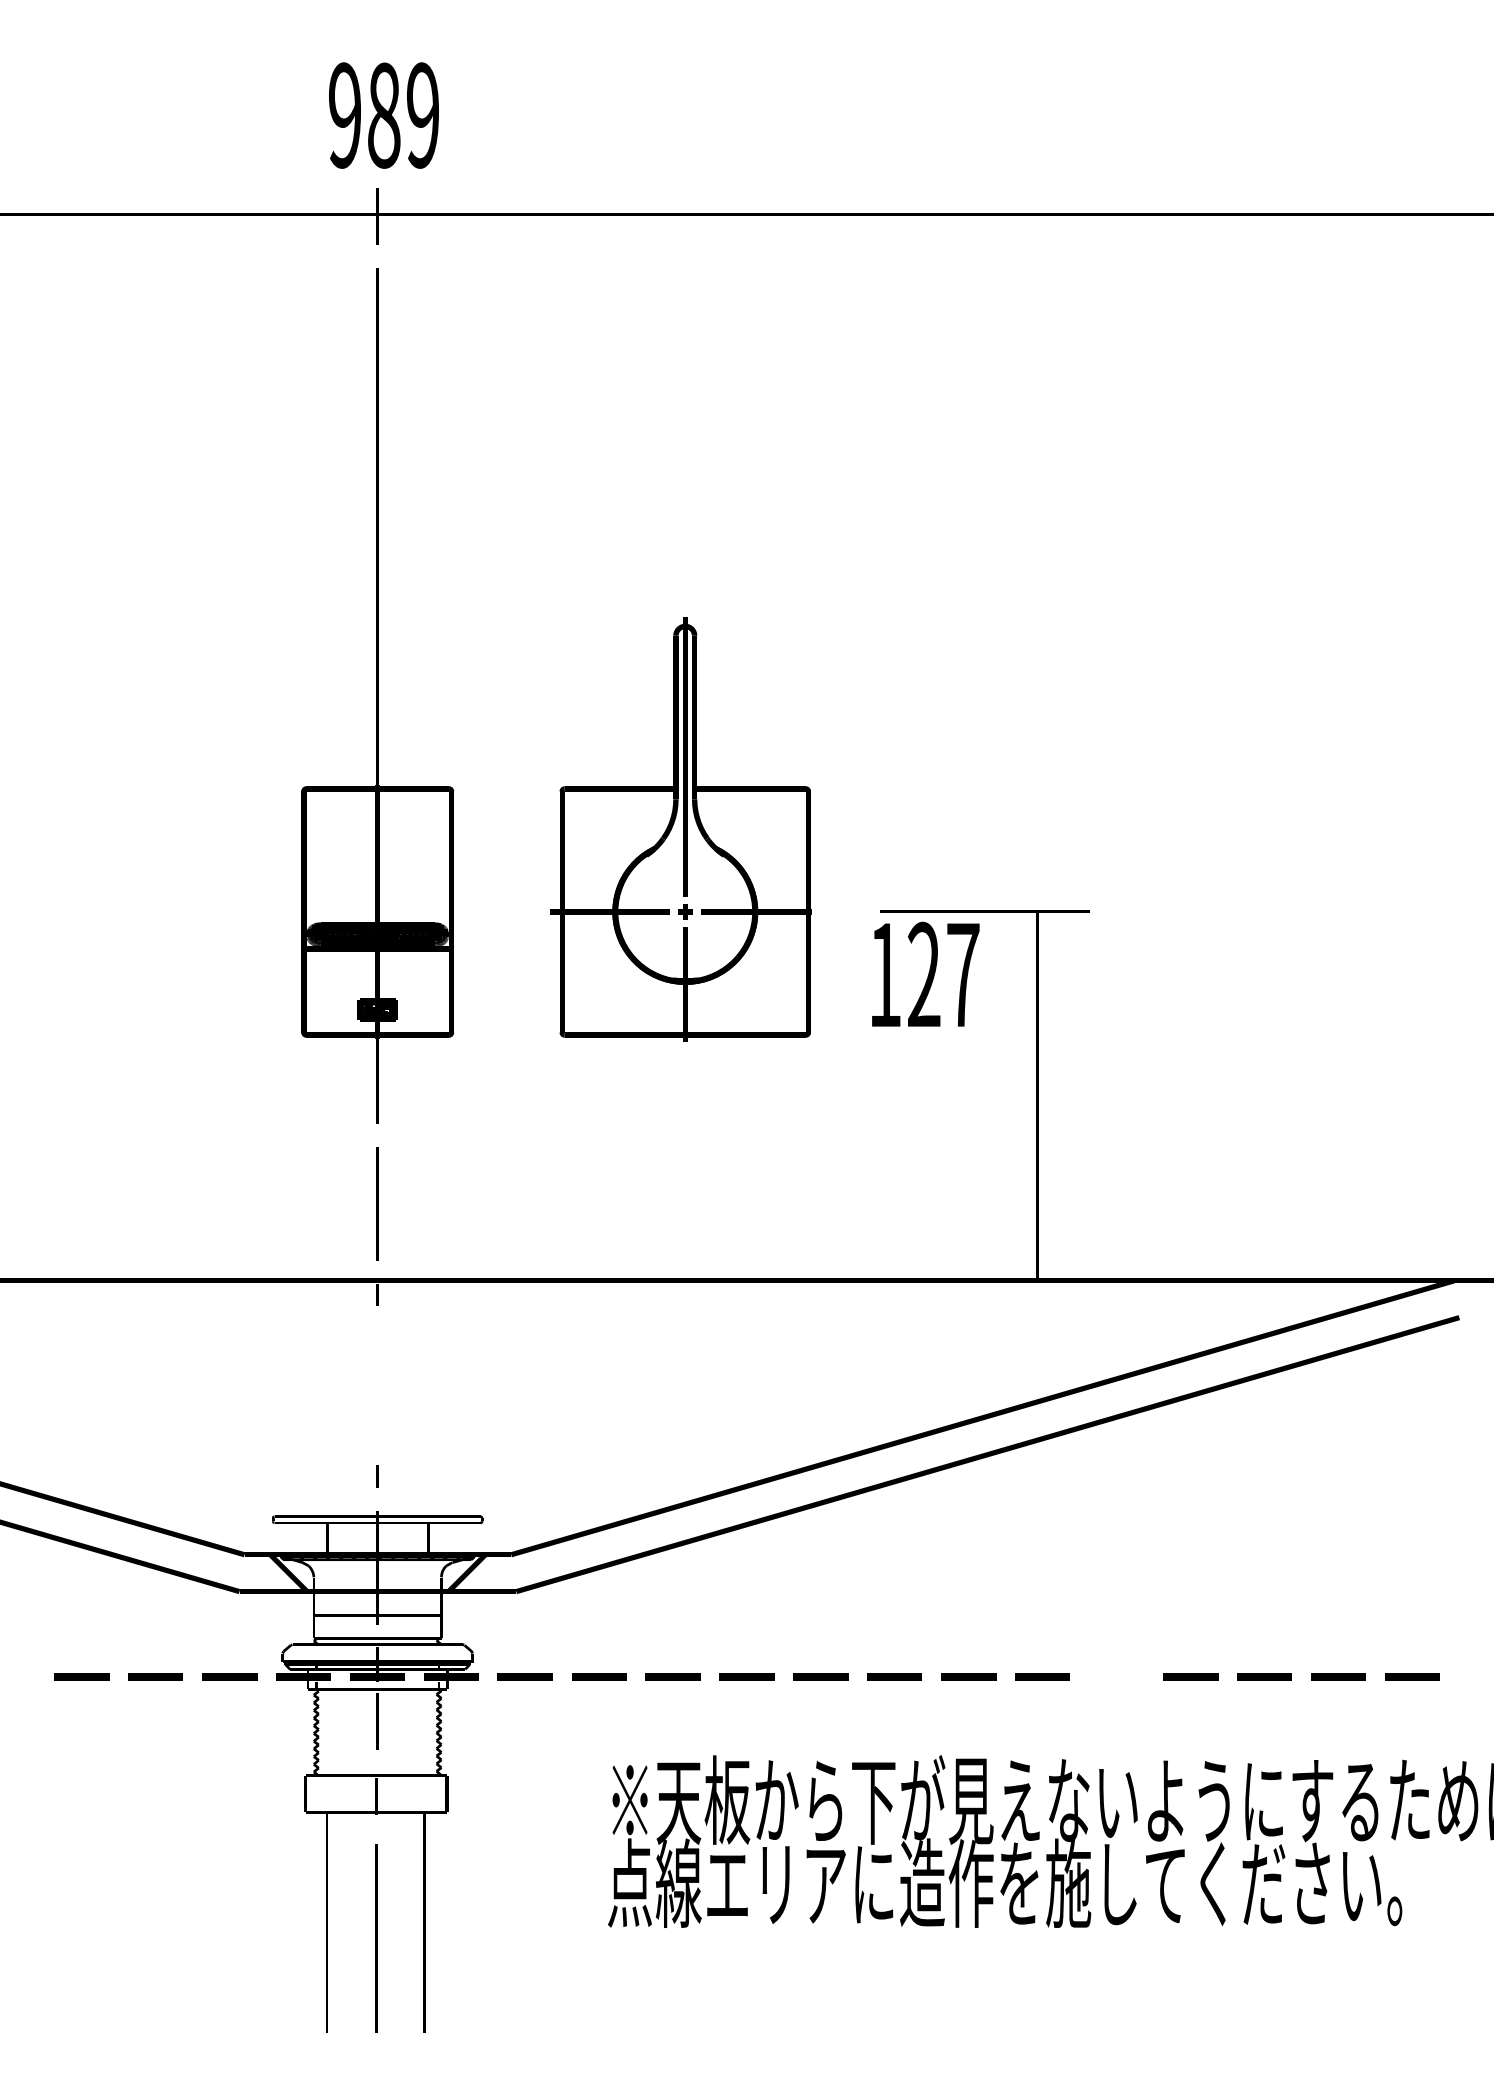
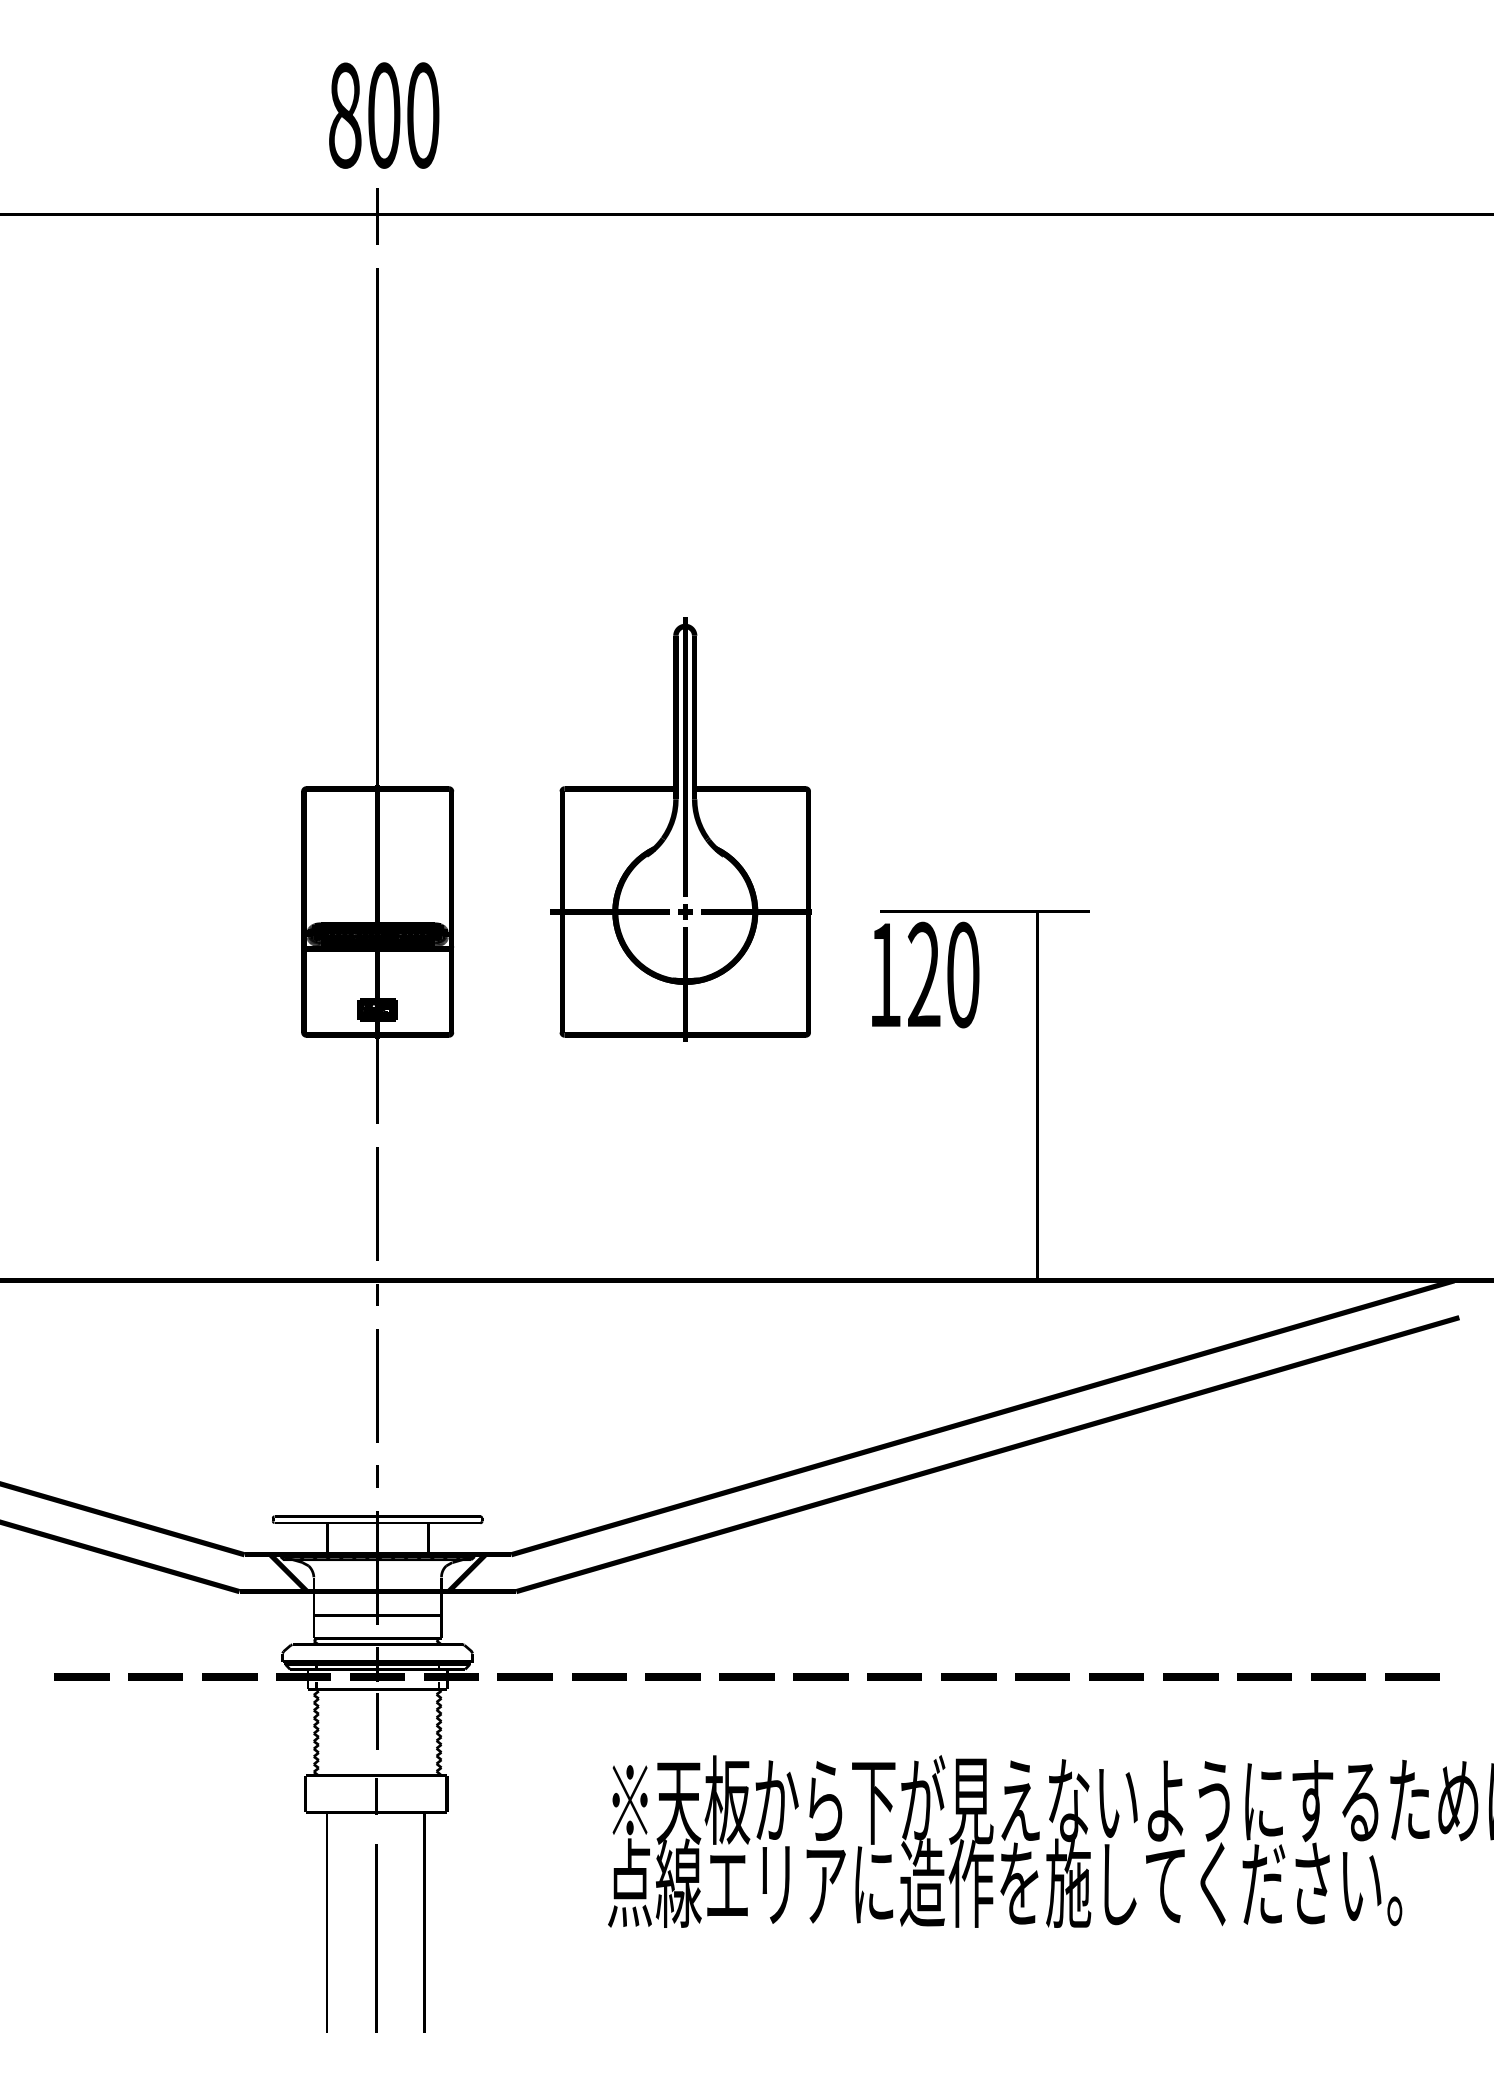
text at (384, 115): 989 -> 800
text at (963, 974): 127 -> 120
line at (377, 1385): none -> present
line at (1116, 1676): none -> present
